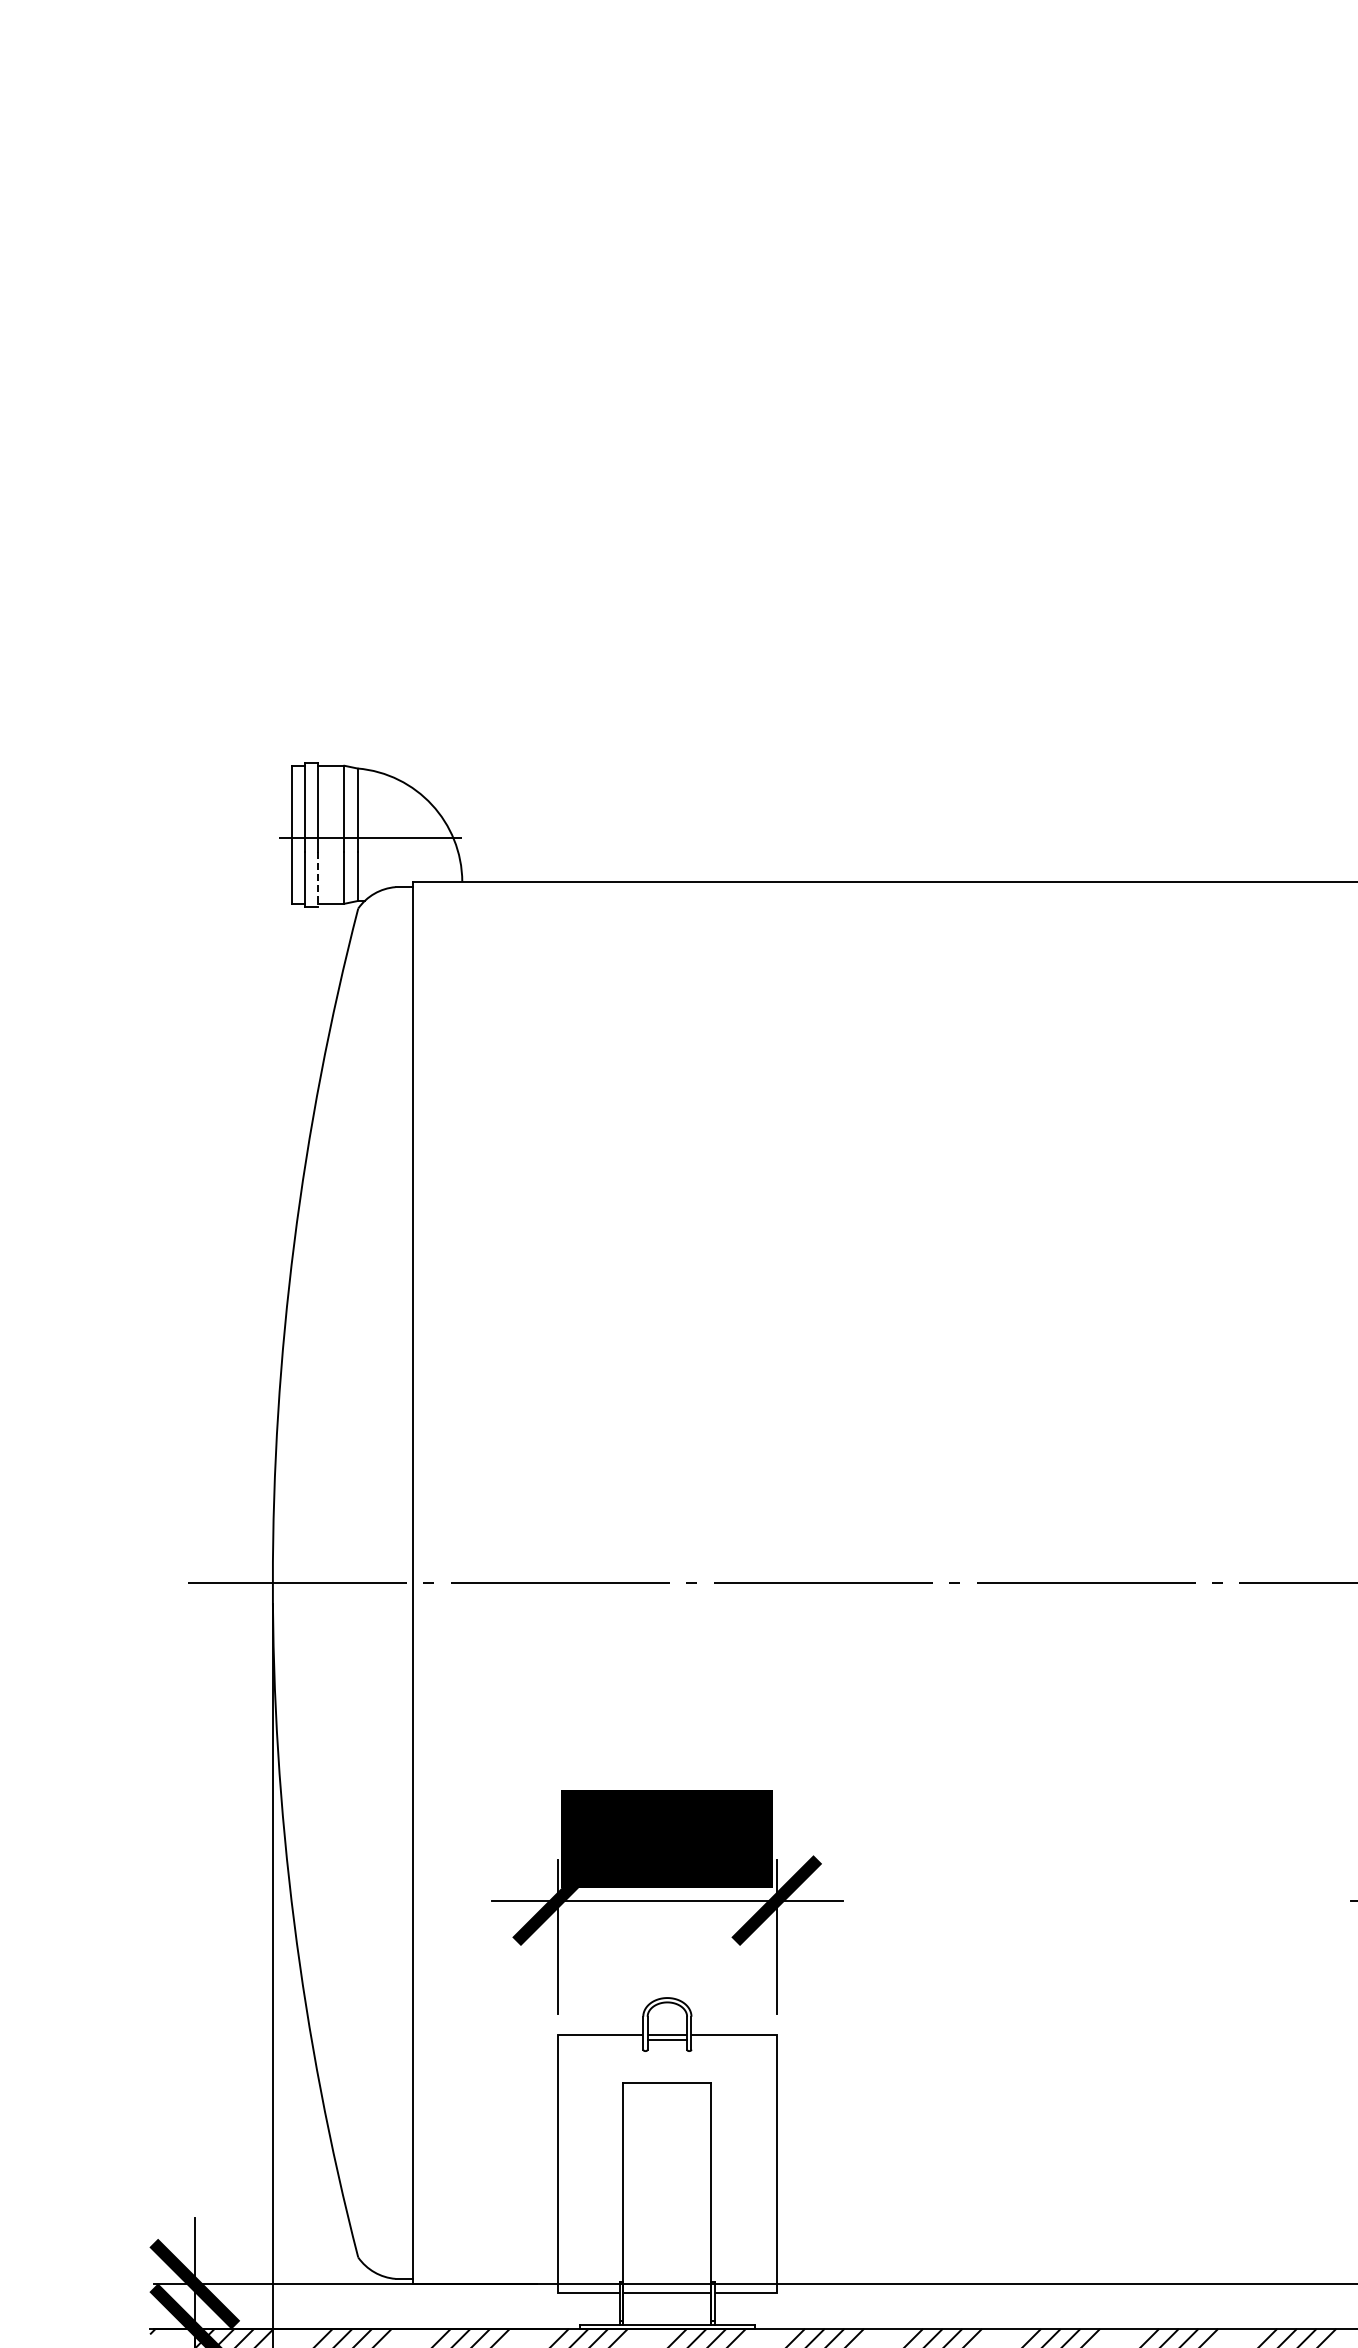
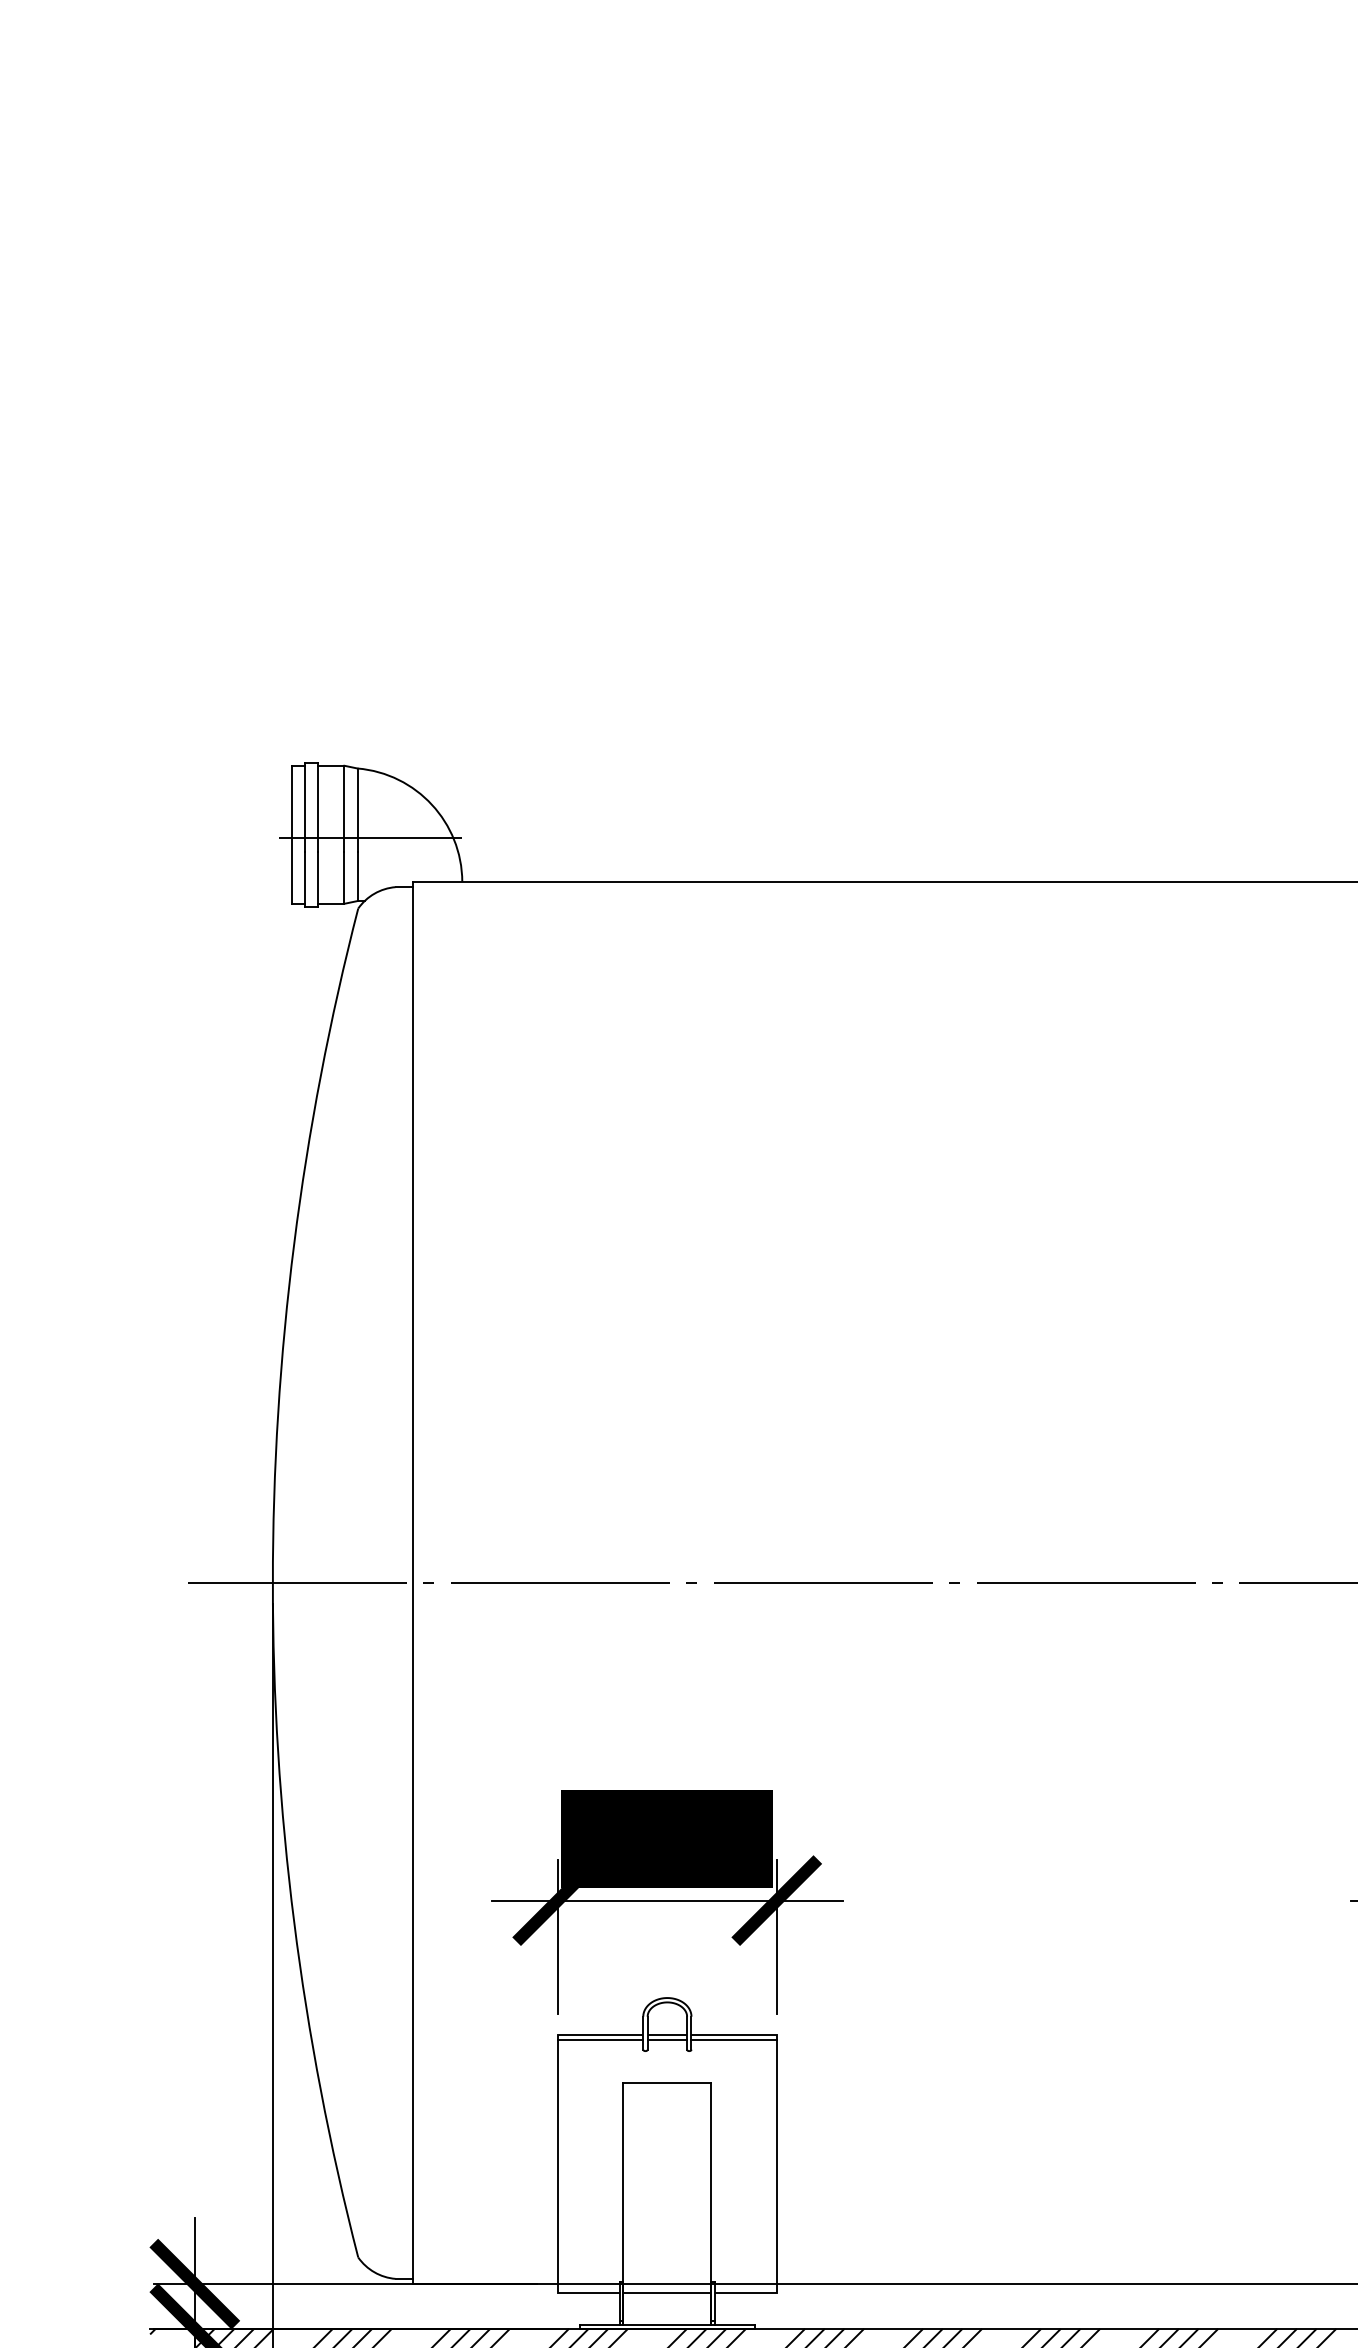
line at (318, 879): dashed -> solid
line at (600, 2039): none -> present
line at (733, 2039): none -> present
